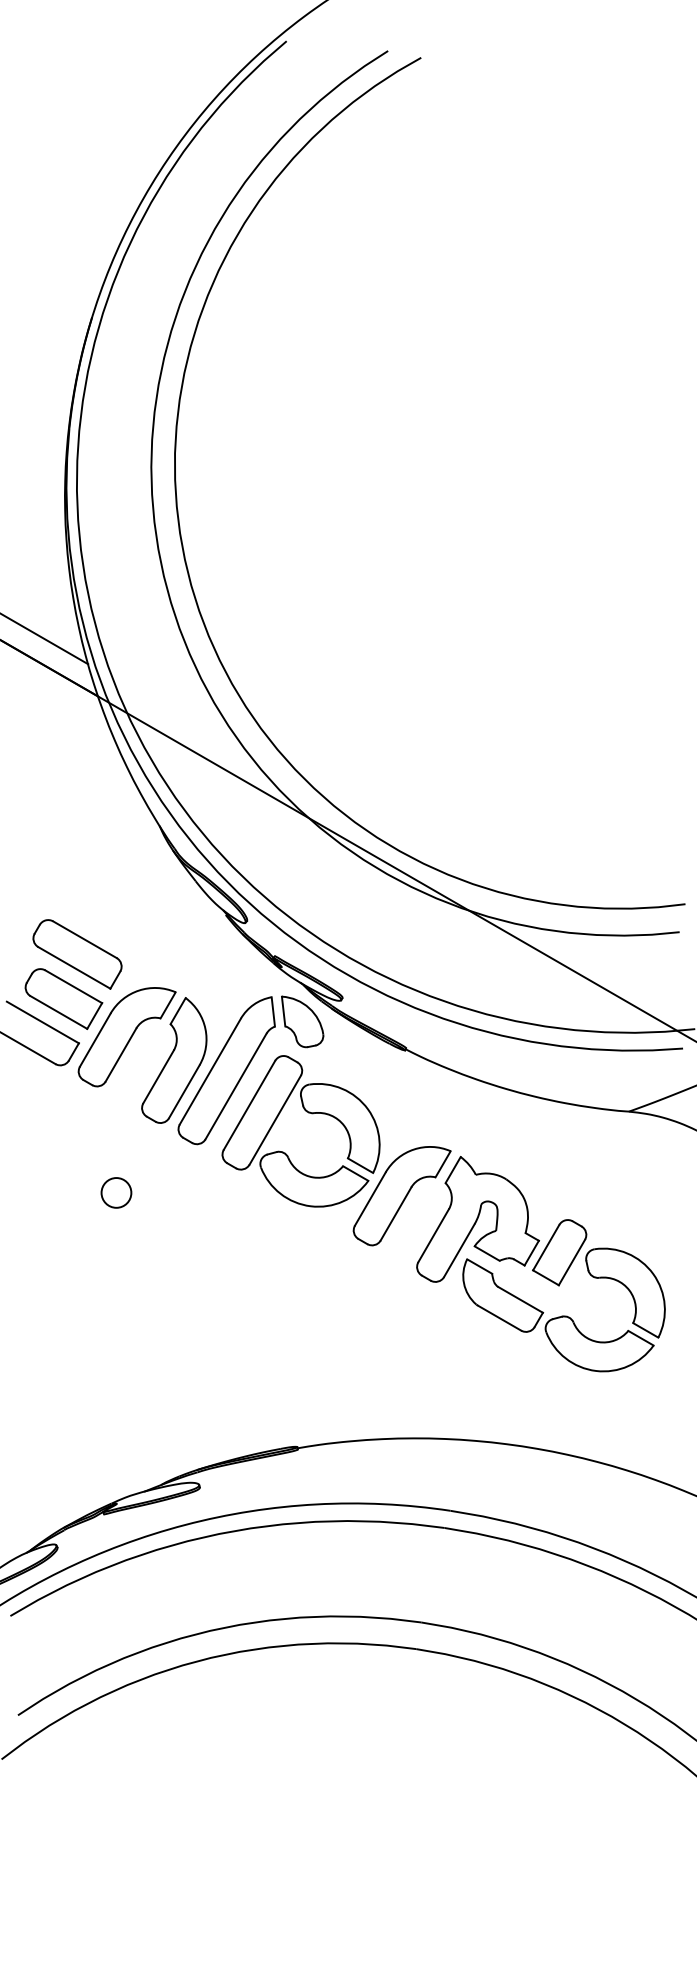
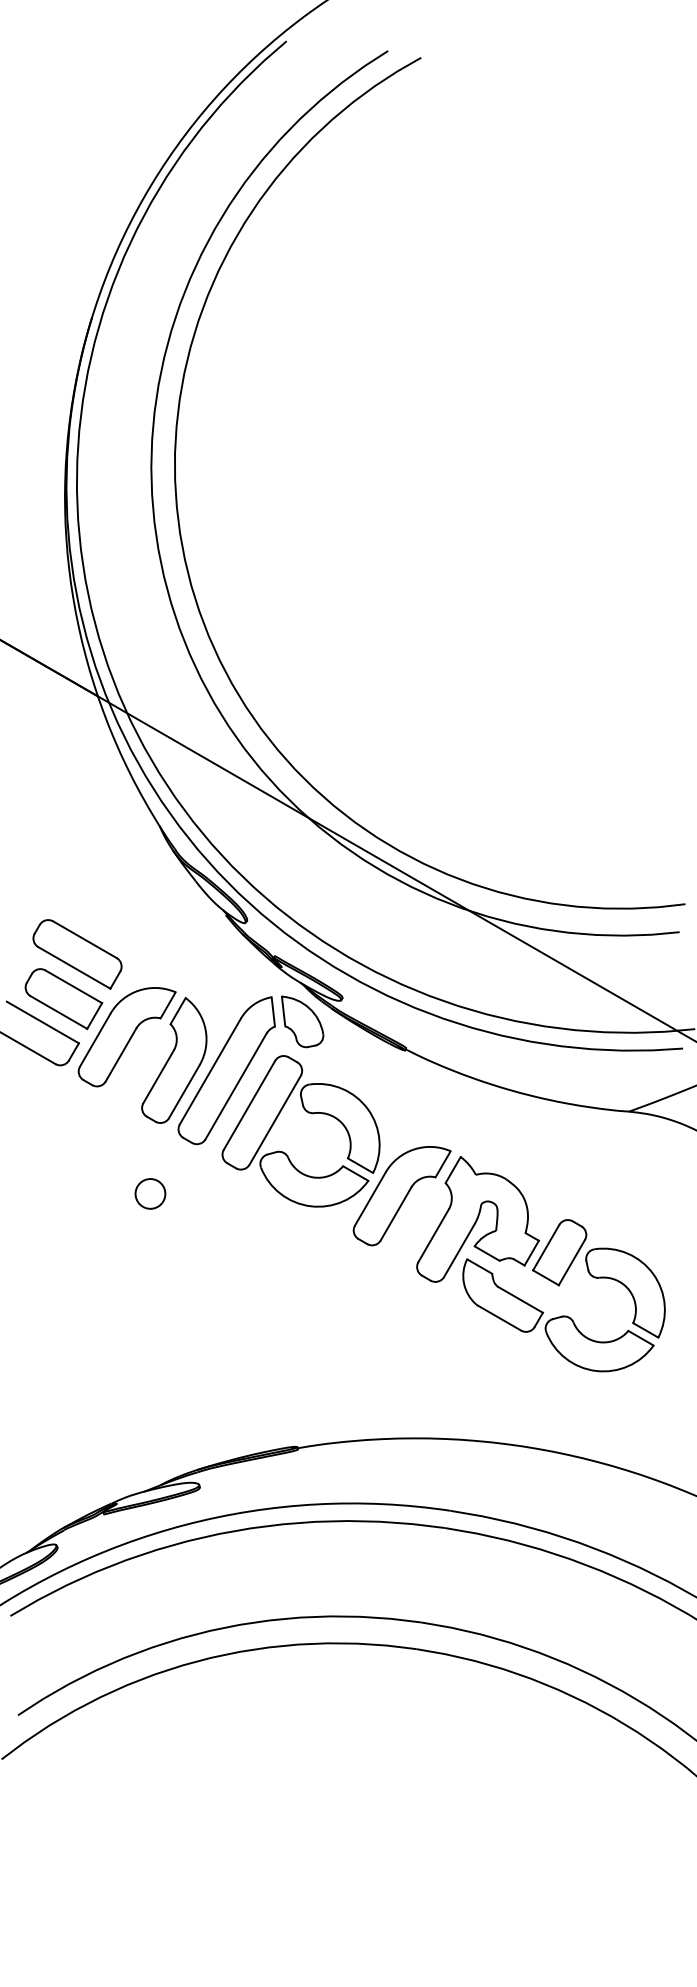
line at (45, 639): present -> none
circle at (116, 1192) position: (116, 1192) -> (150, 1193)
